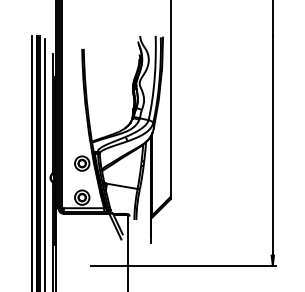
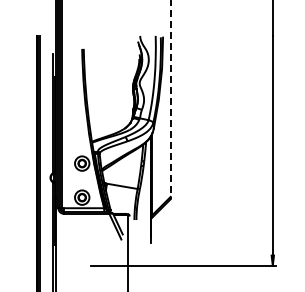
line at (170, 100): solid -> dashed
line at (32, 162): present -> none
line at (45, 163): present -> none
